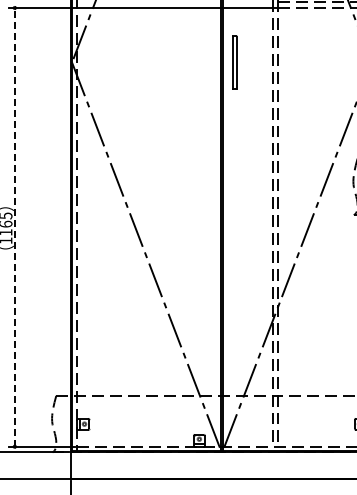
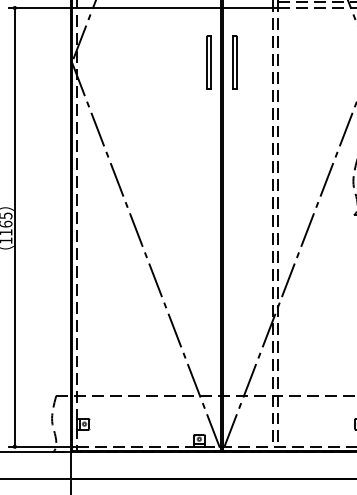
part at (208, 62): none -> present
line at (14, 226): dashed -> solid
